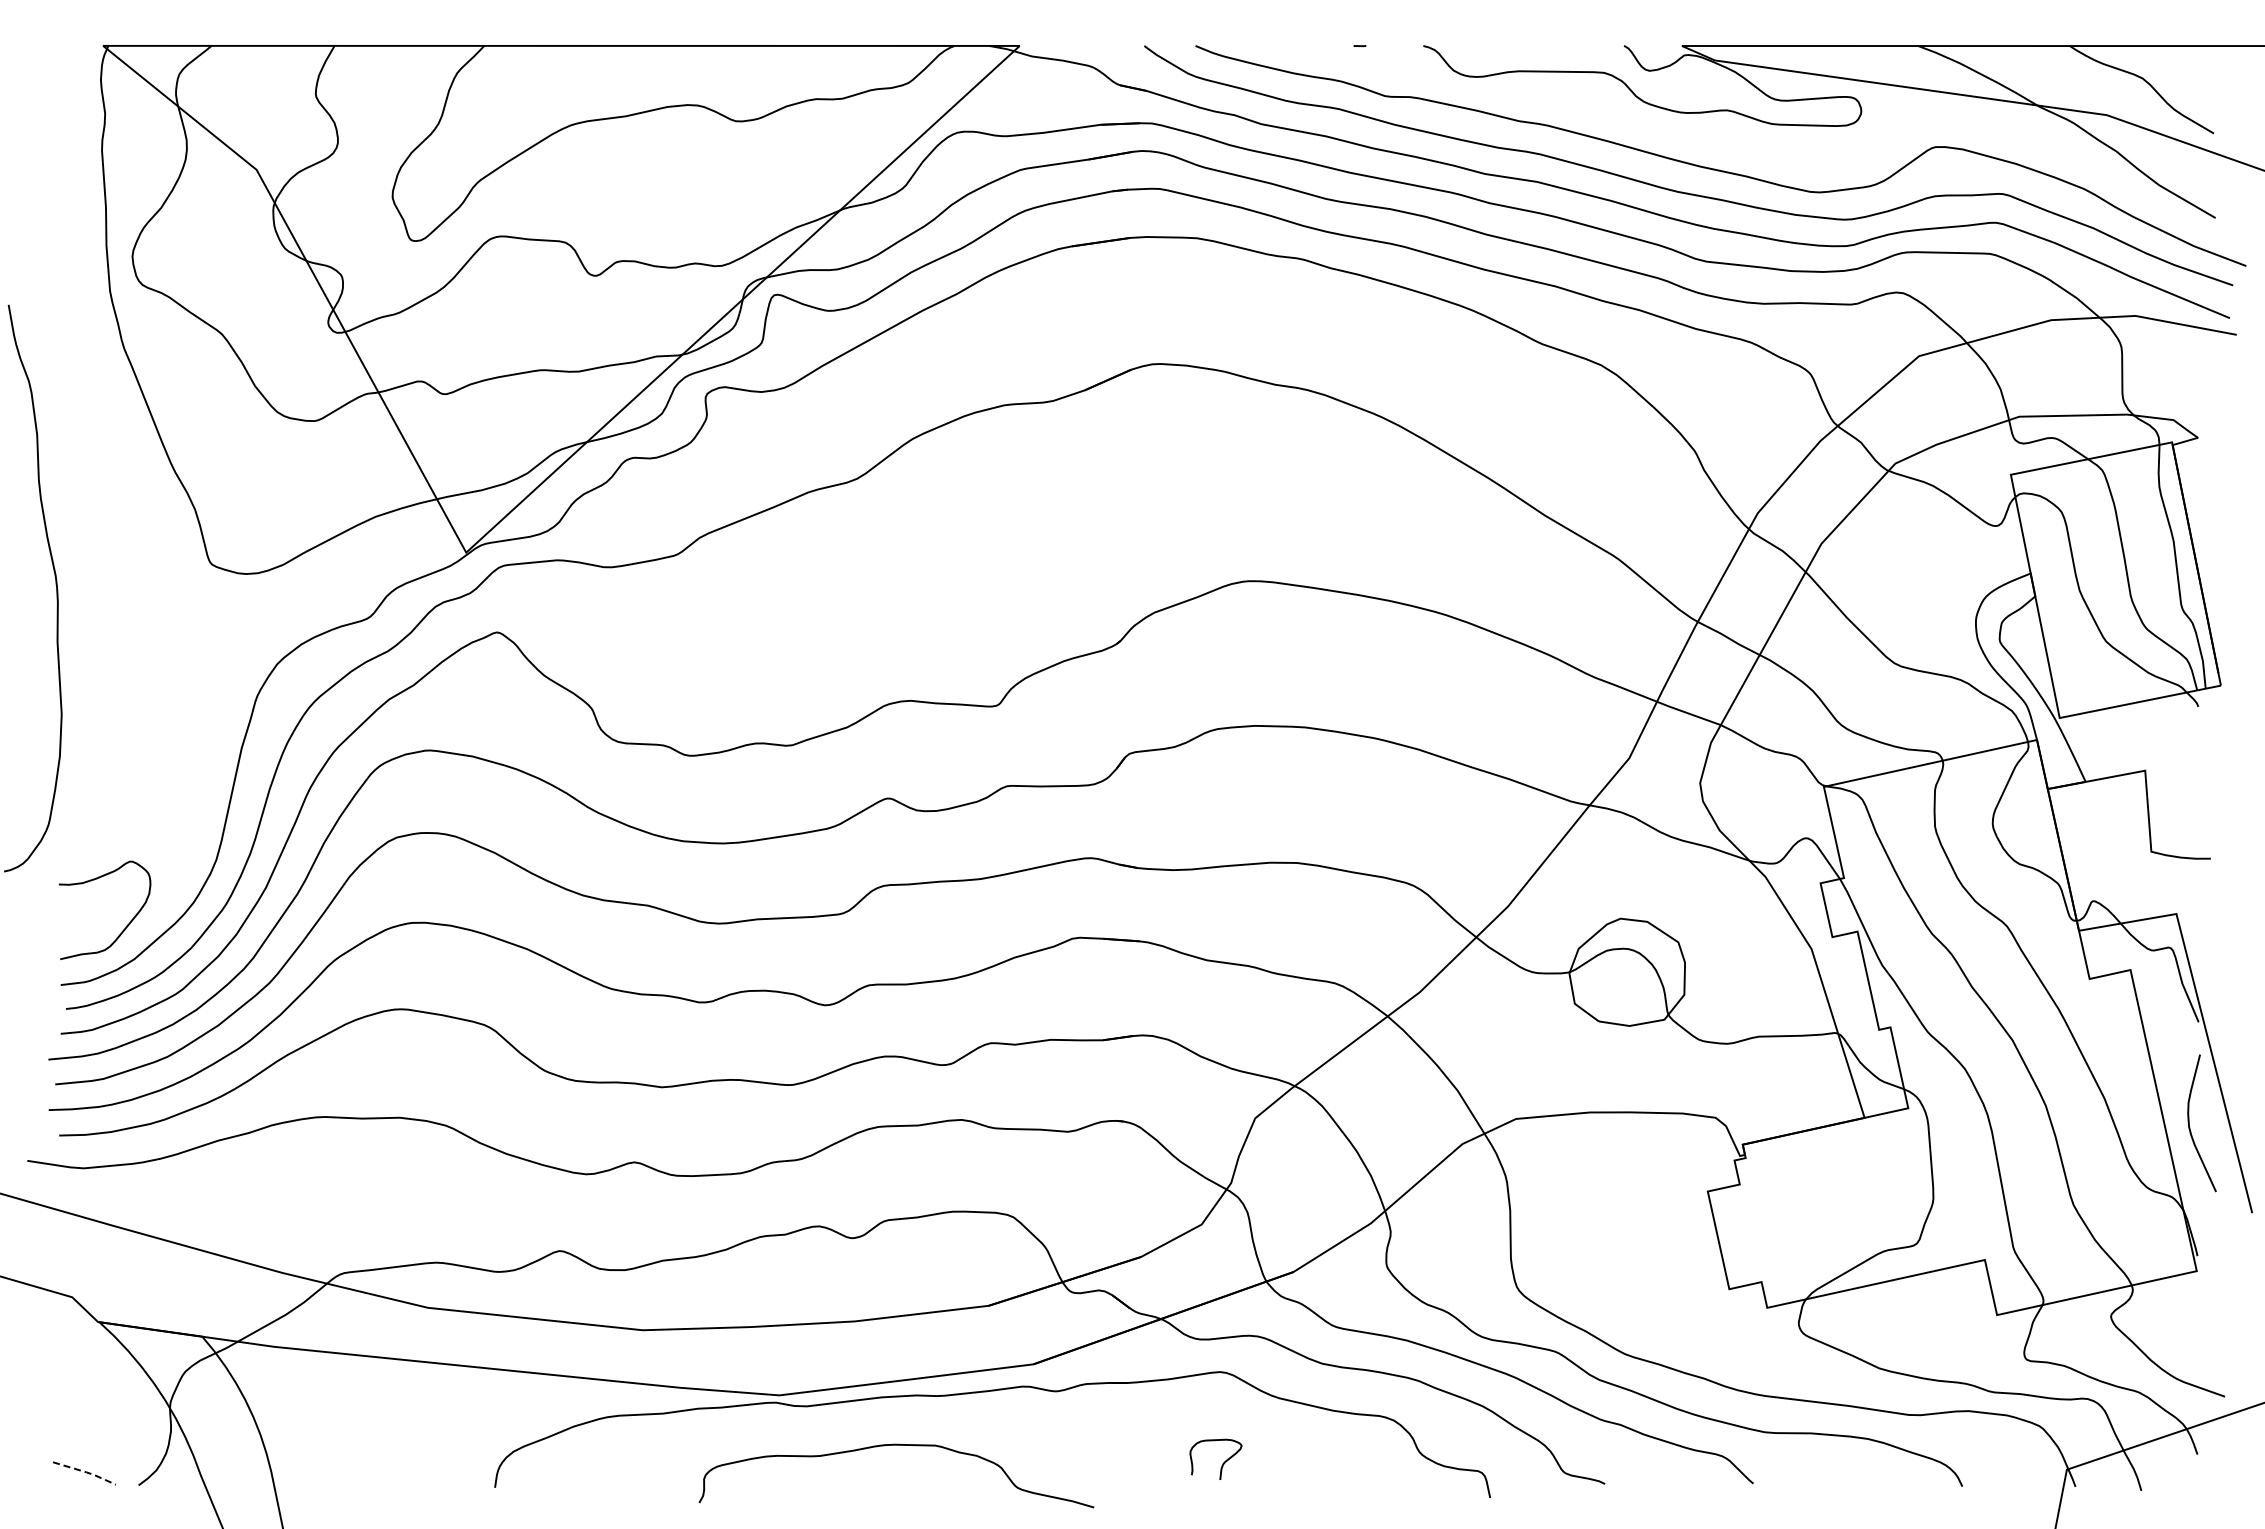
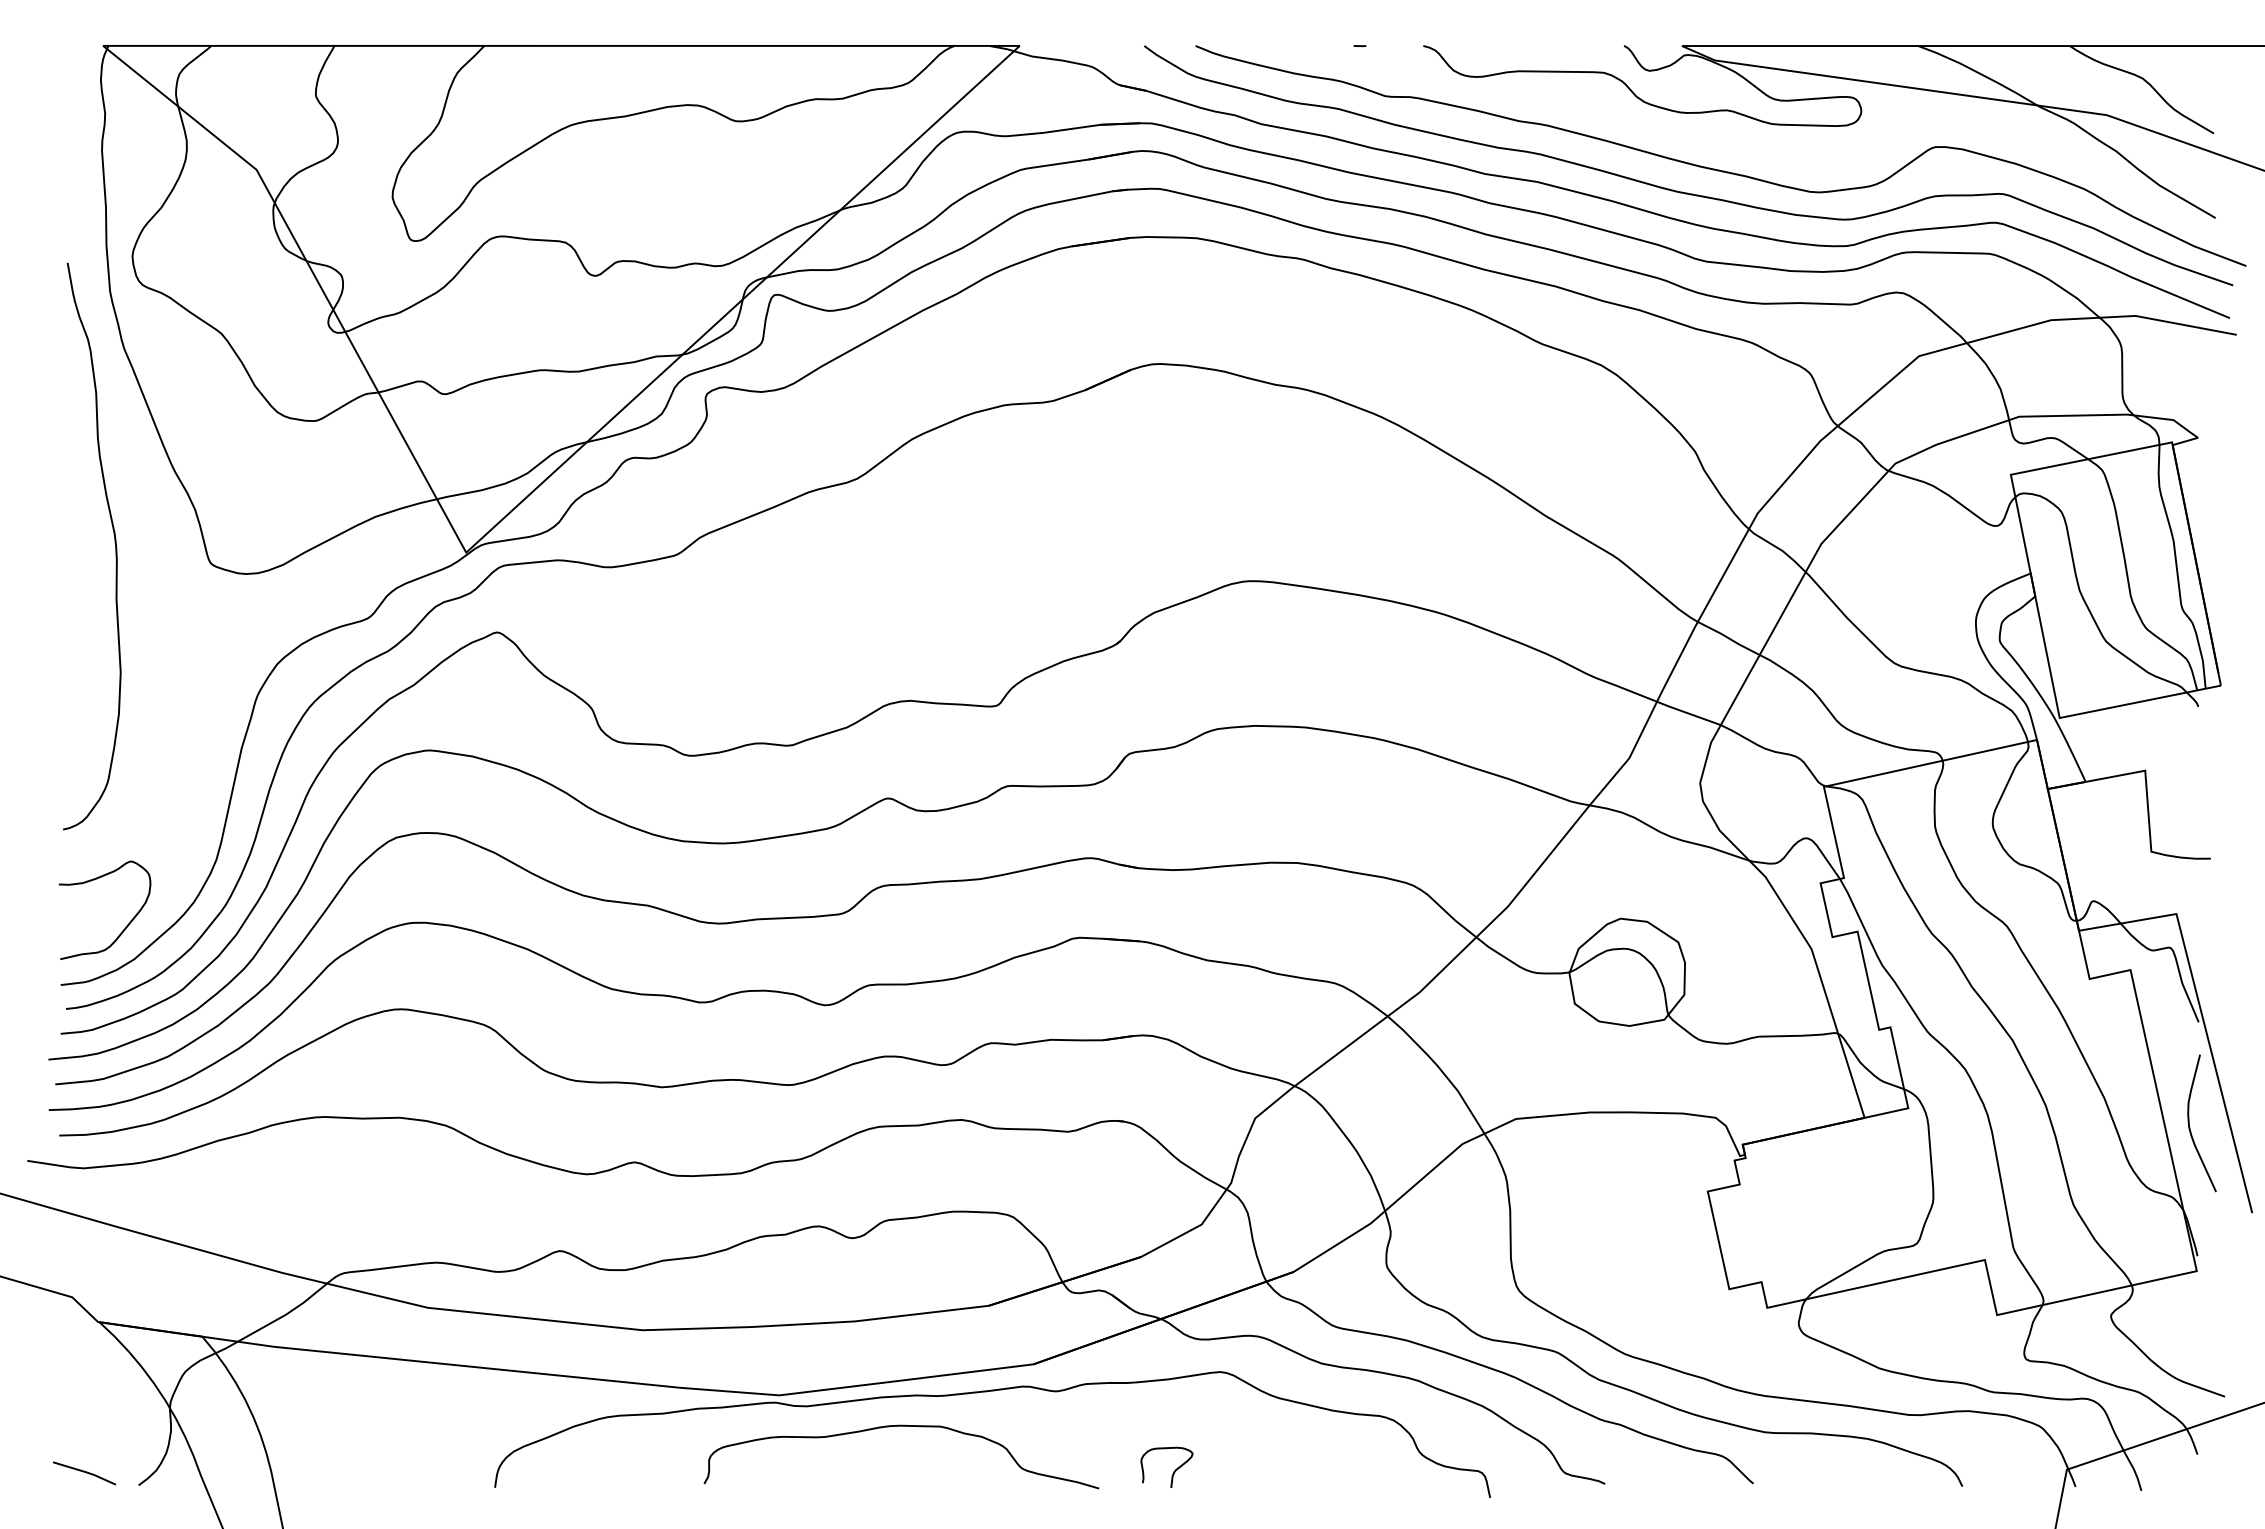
curve at (55, 584) position: (55, 584) -> (114, 542)
curve at (896, 1445) position: (896, 1445) -> (901, 1426)
curve at (1222, 1463) position: (1222, 1463) -> (1173, 1471)
line at (86, 1472): dashed -> solid
